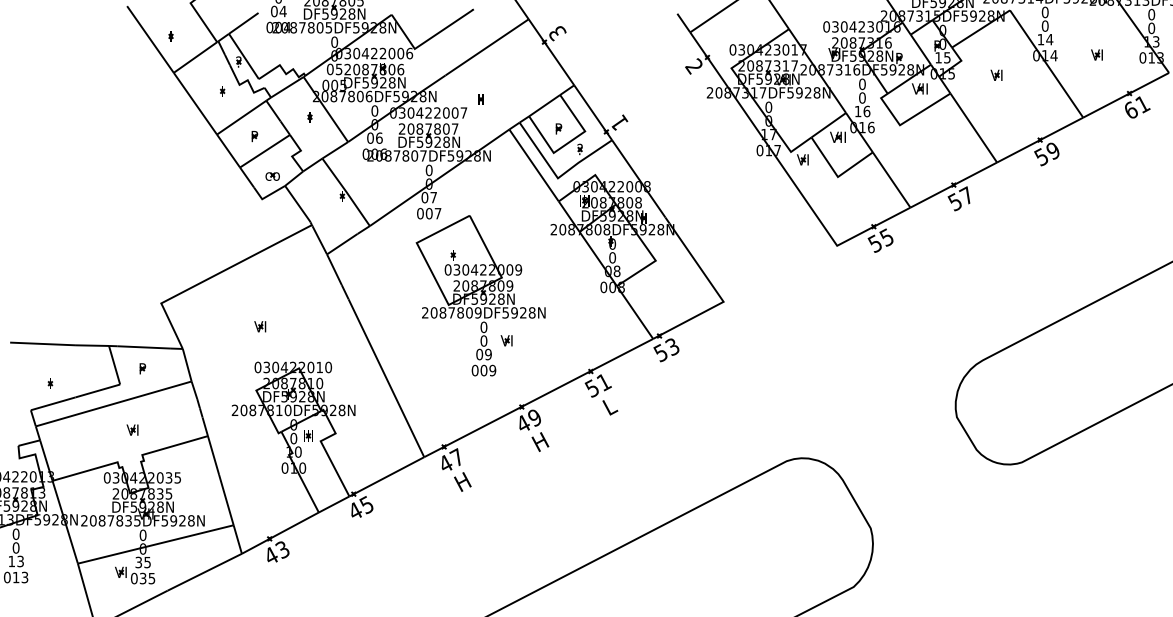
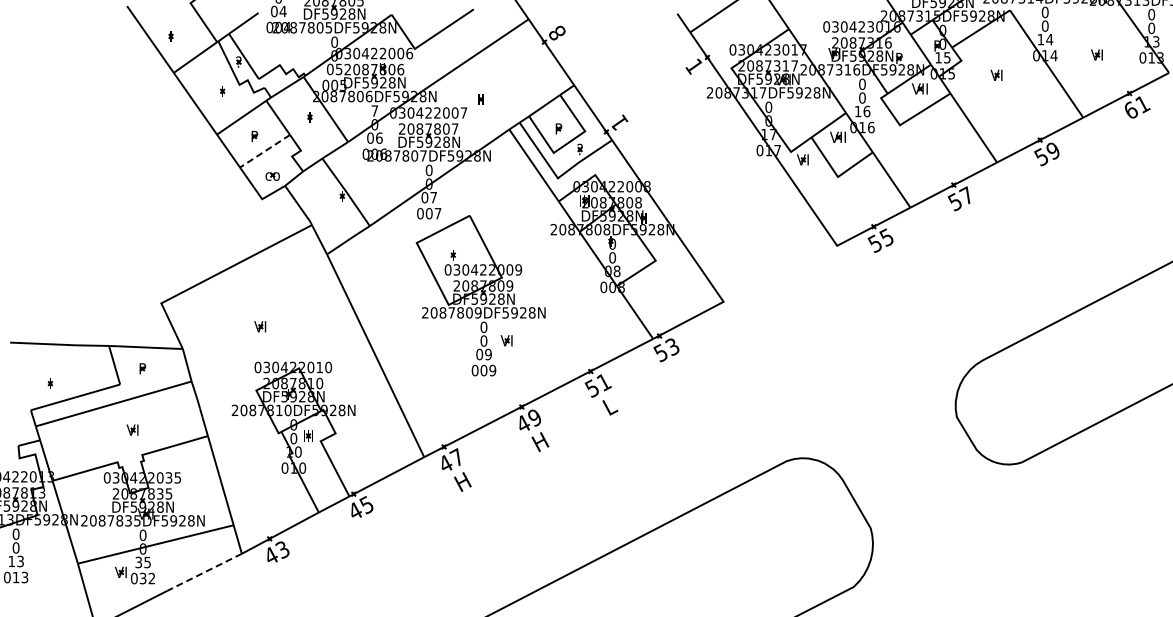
text at (557, 33): 3 -> 8
text at (693, 66): 2 -> 1
text at (374, 110): 0 -> 7
line at (265, 151): solid -> dashed
line at (204, 572): solid -> dashed
text at (151, 578): 035 -> 032
